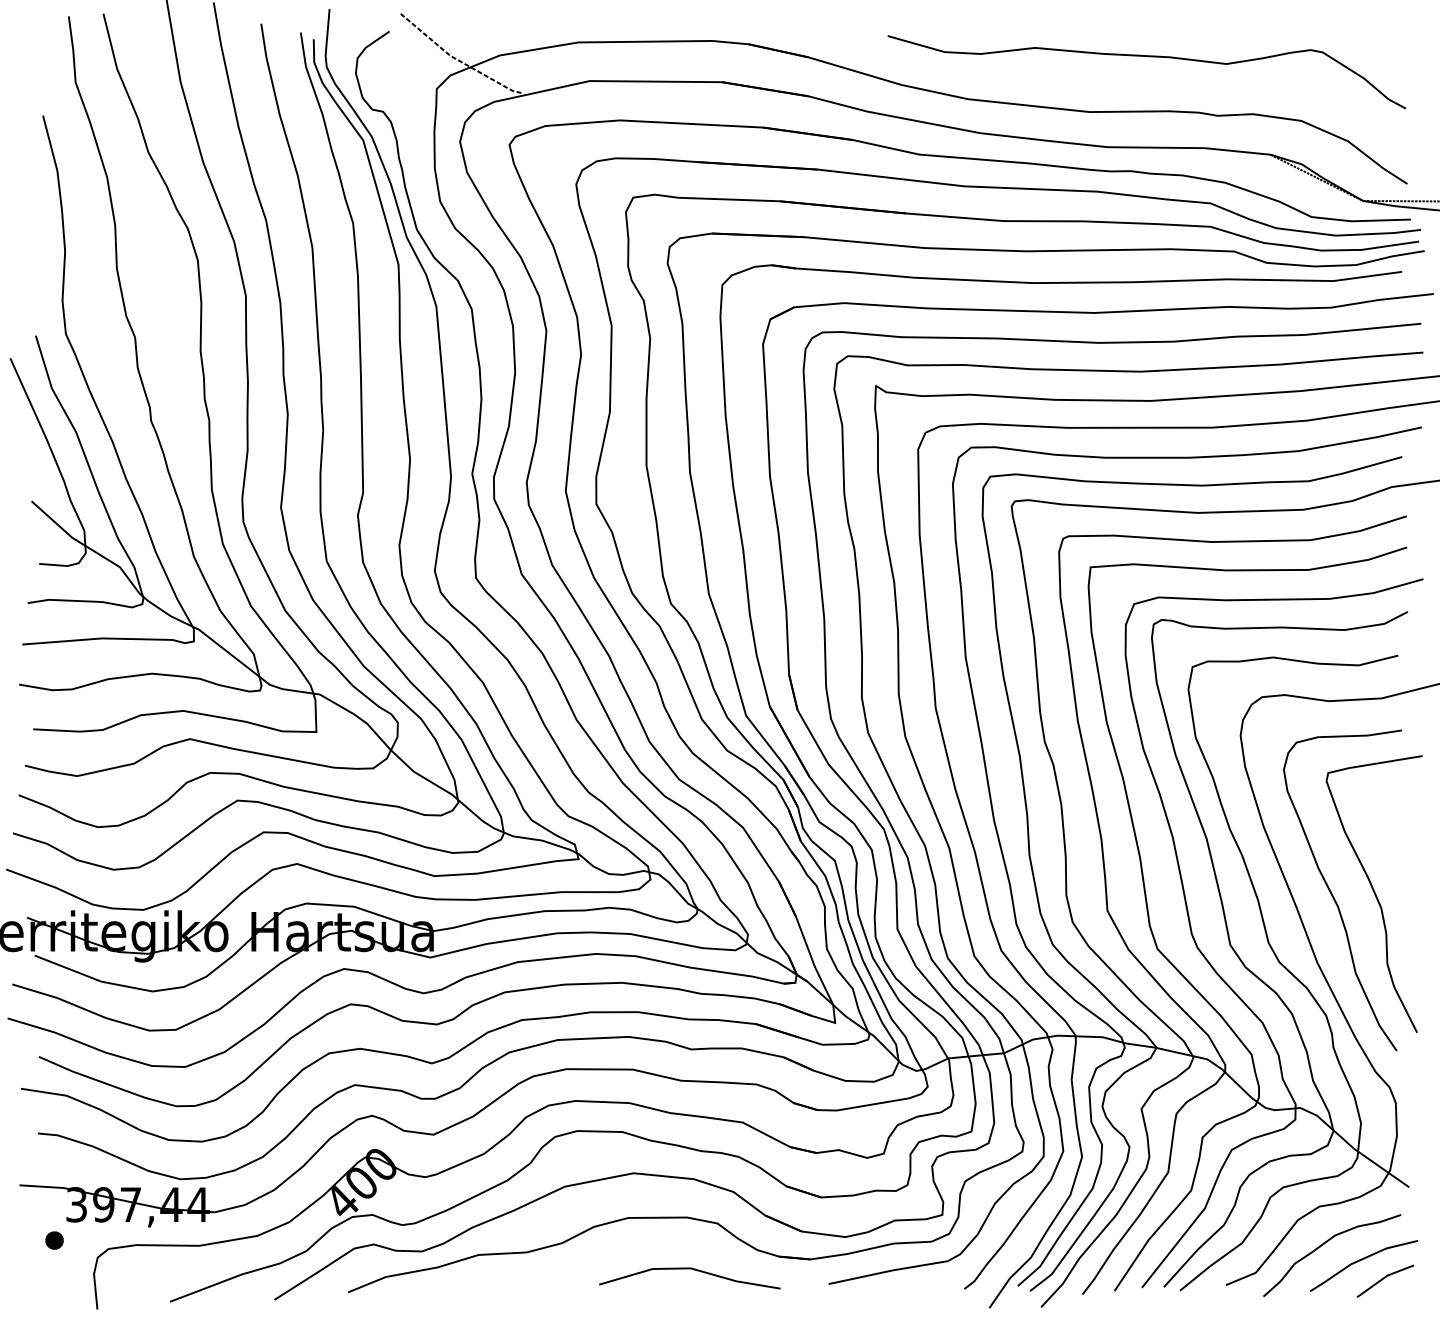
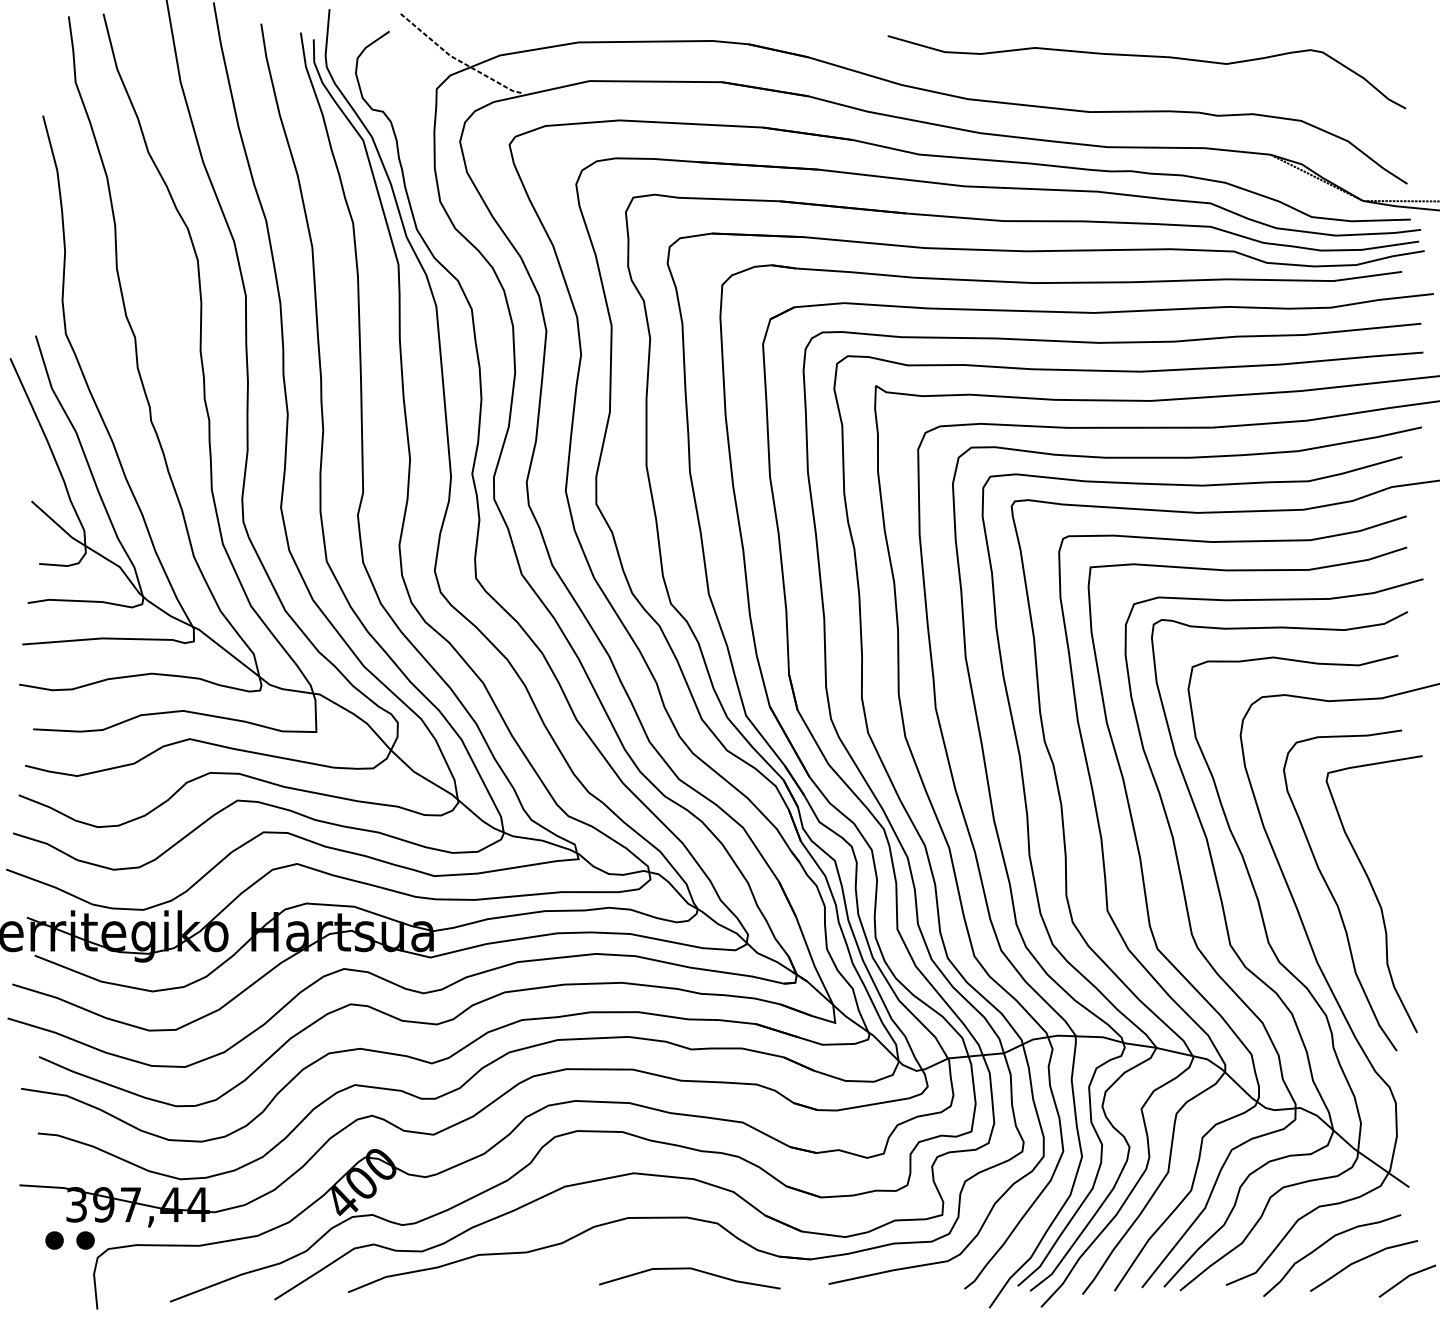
part at (85, 1240): none -> present
line at (1385, 1278) position: (1385, 1278) -> (1407, 1278)
